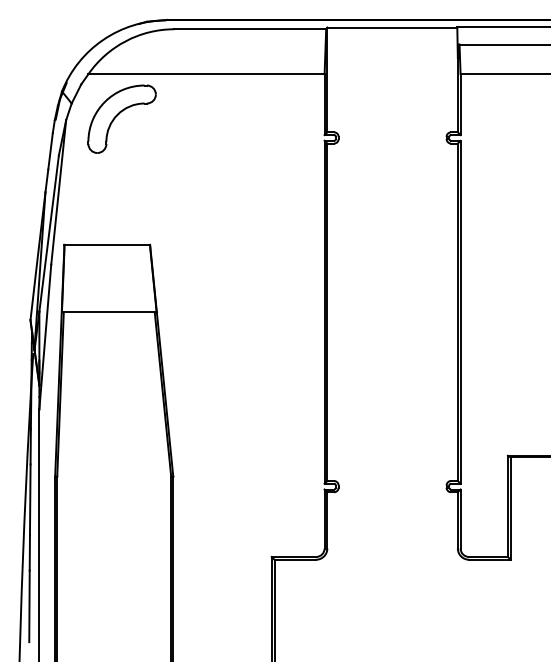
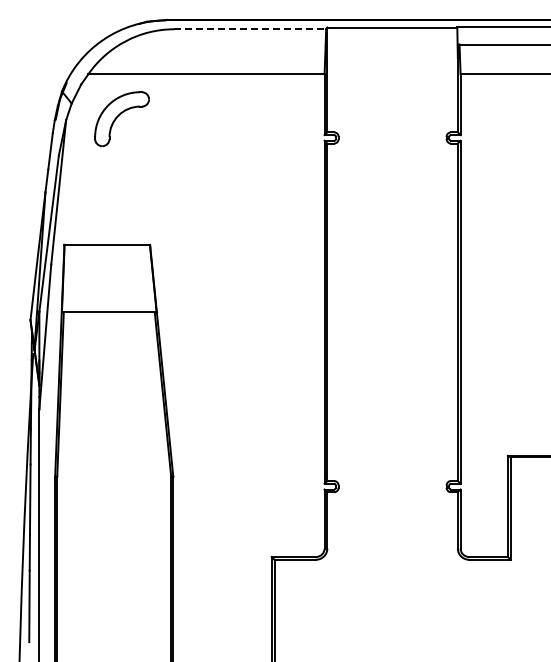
line at (250, 29): solid -> dashed
part at (121, 118) size: 70x70 px -> 56x57 px
